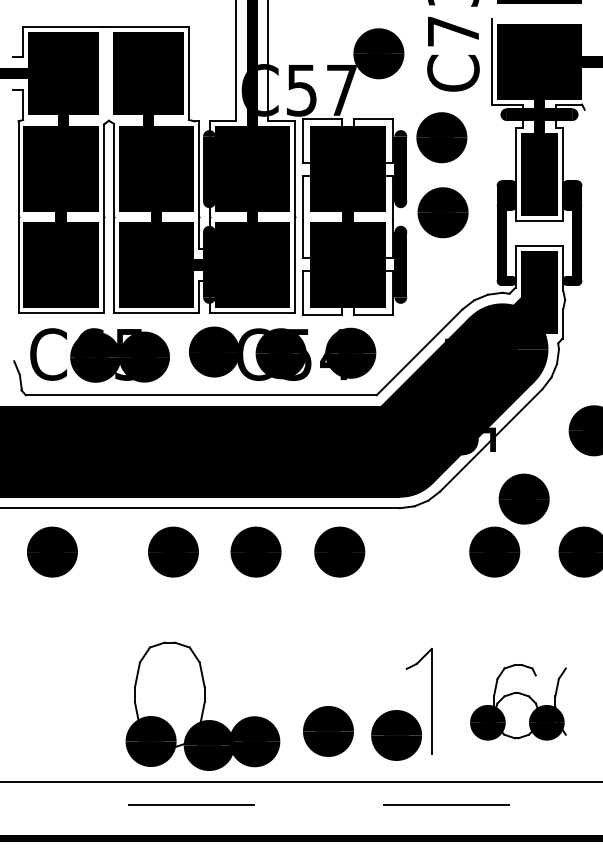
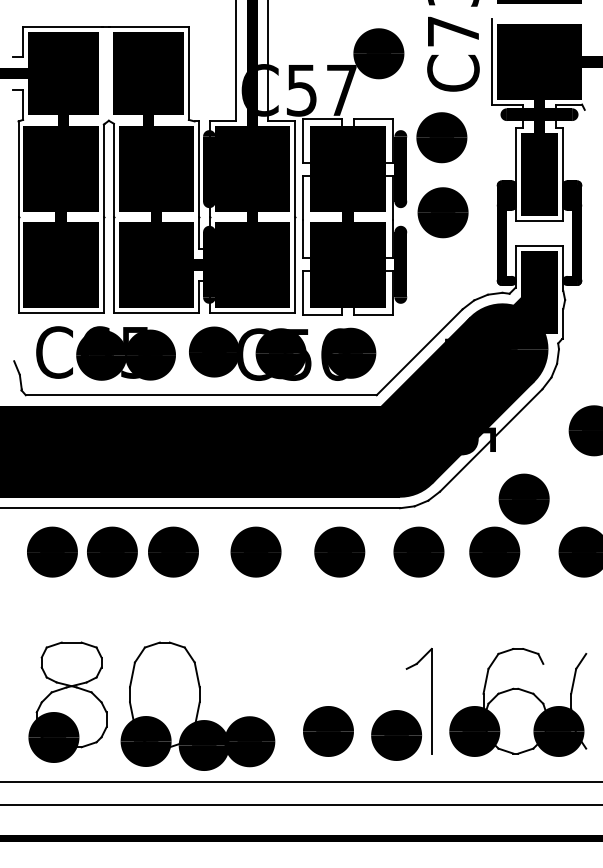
text at (333, 354): C54 -> C56
text at (99, 355) position: (99, 355) -> (105, 353)
part at (112, 551): none -> present
part at (418, 551): none -> present
part at (67, 701): none -> present
part at (518, 702) size: 97x77 px -> 139x109 px
part at (202, 705) position: (202, 705) -> (197, 705)
line at (300, 805): dashed -> solid
